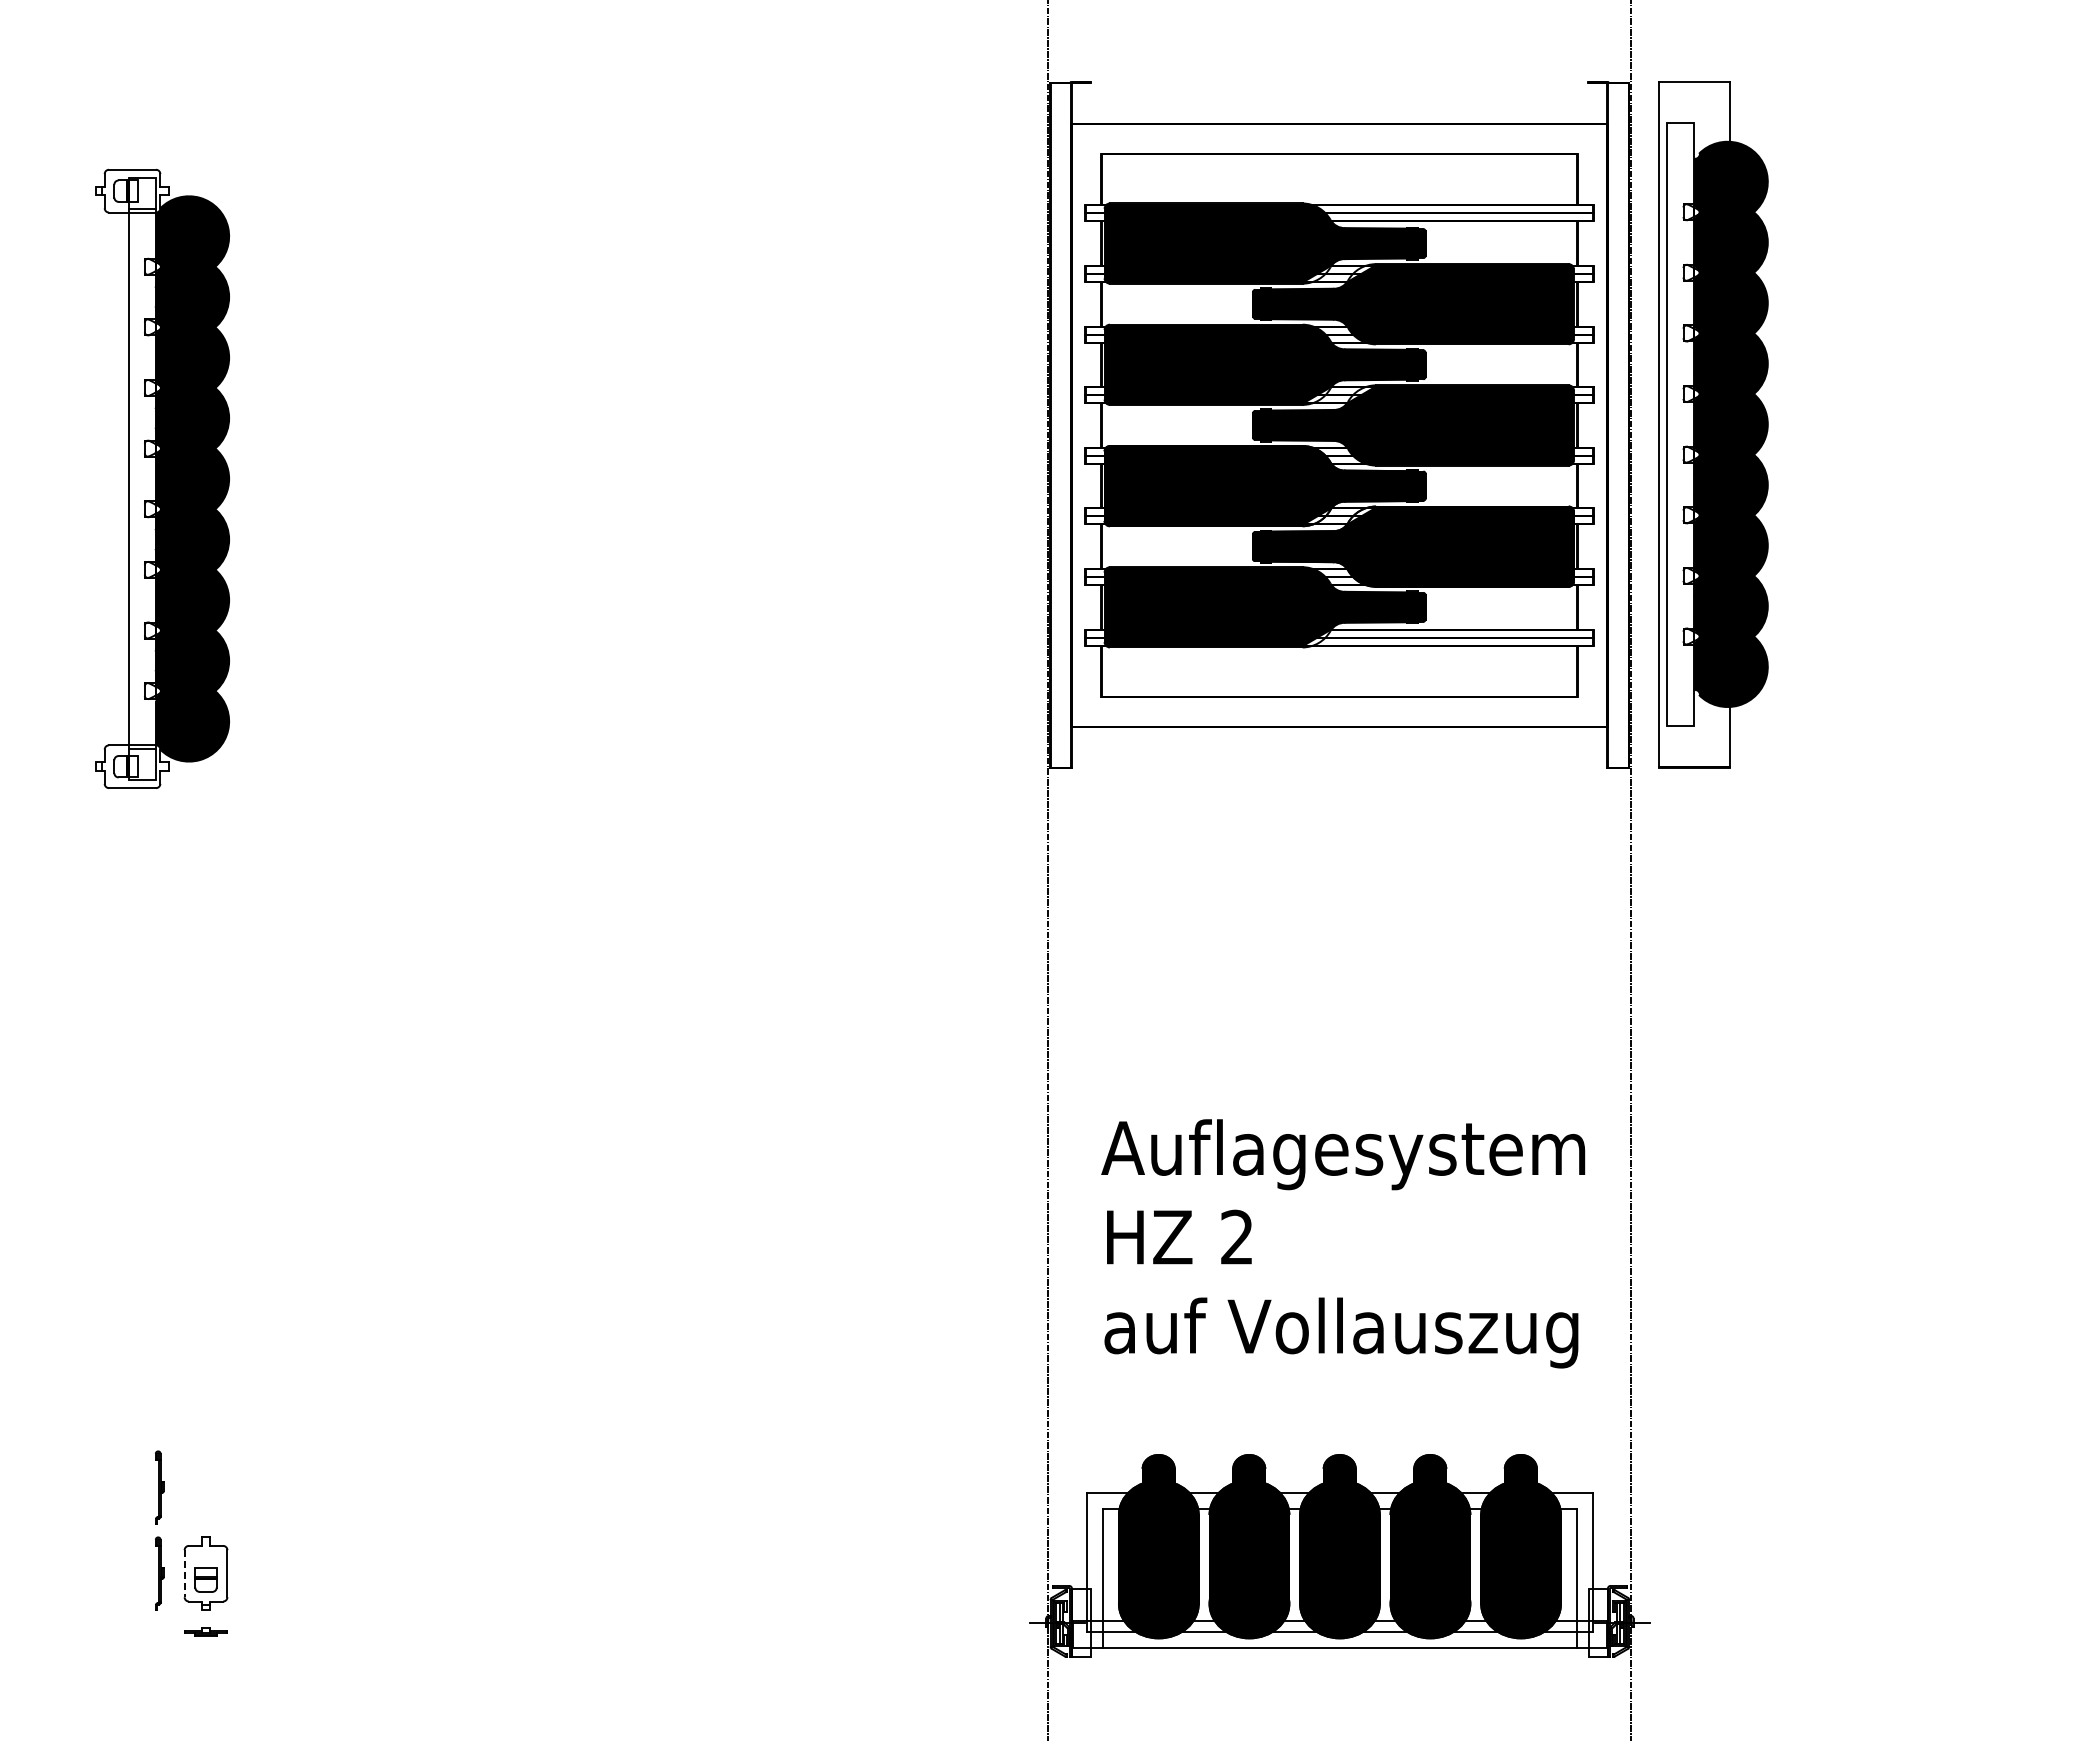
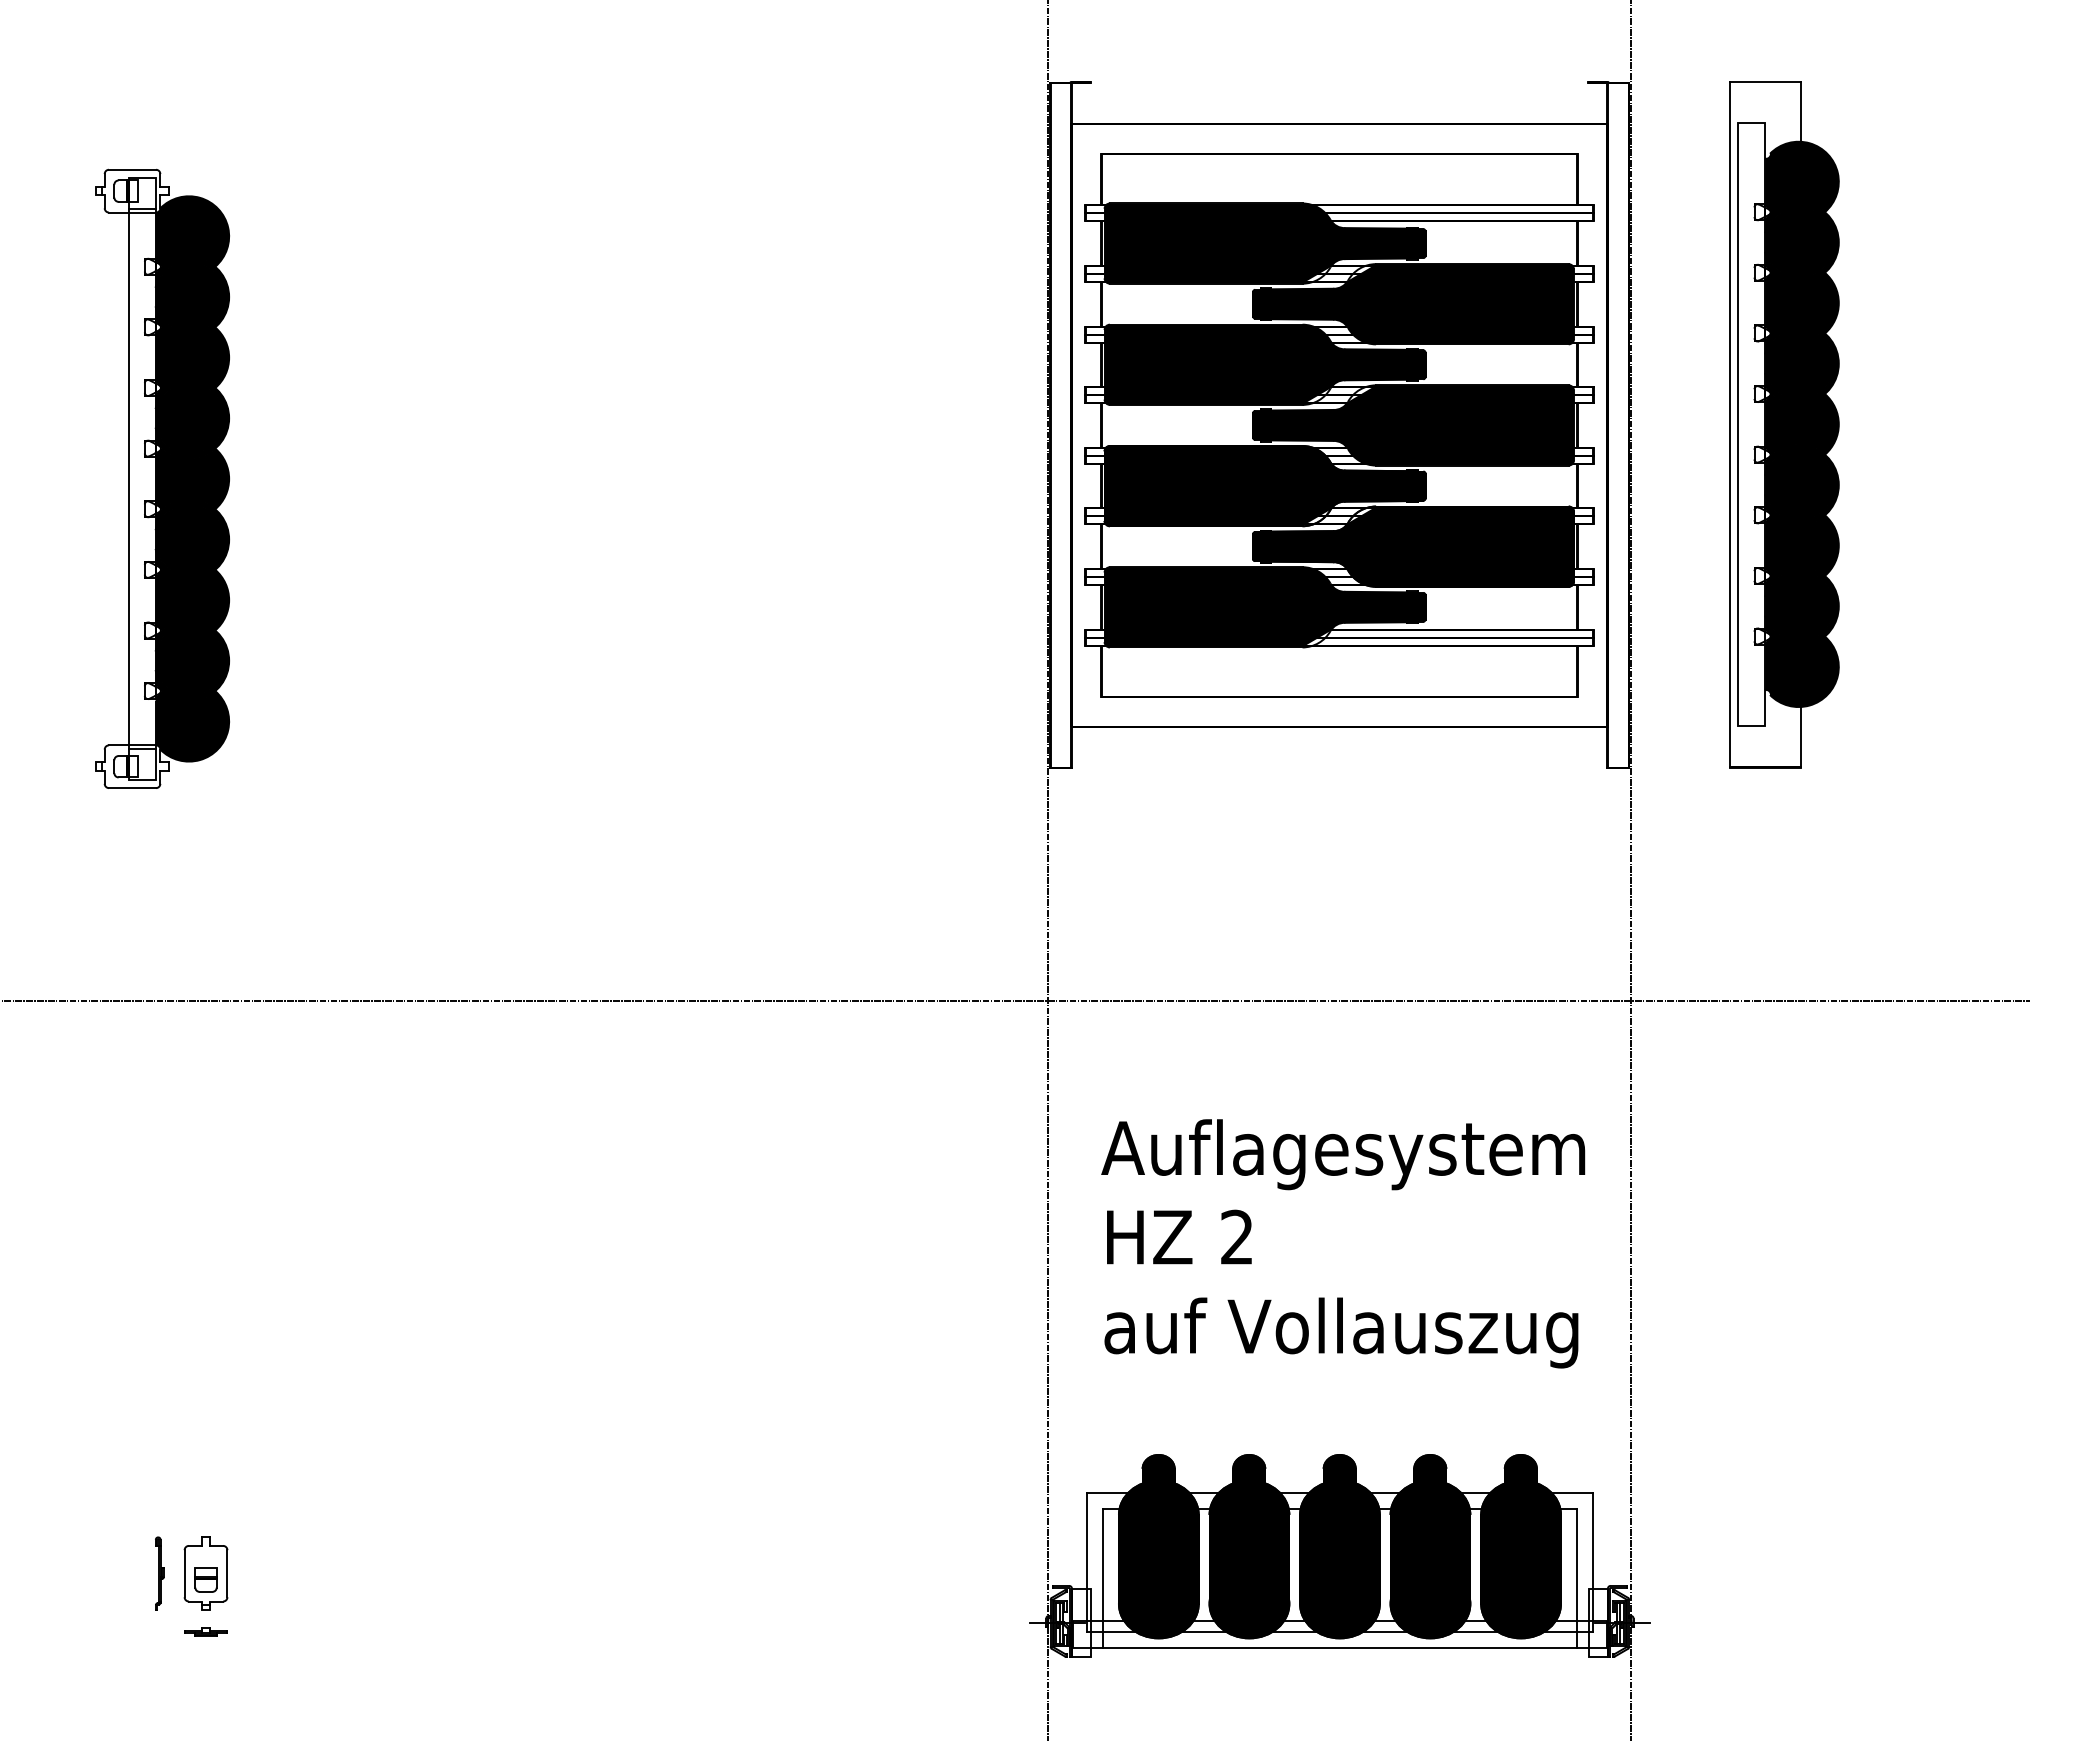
part at (1713, 424) position: (1713, 424) -> (1784, 424)
line at (1016, 1000): none -> present
part at (159, 1487): present -> none
line at (184, 1573): dashed -> solid
